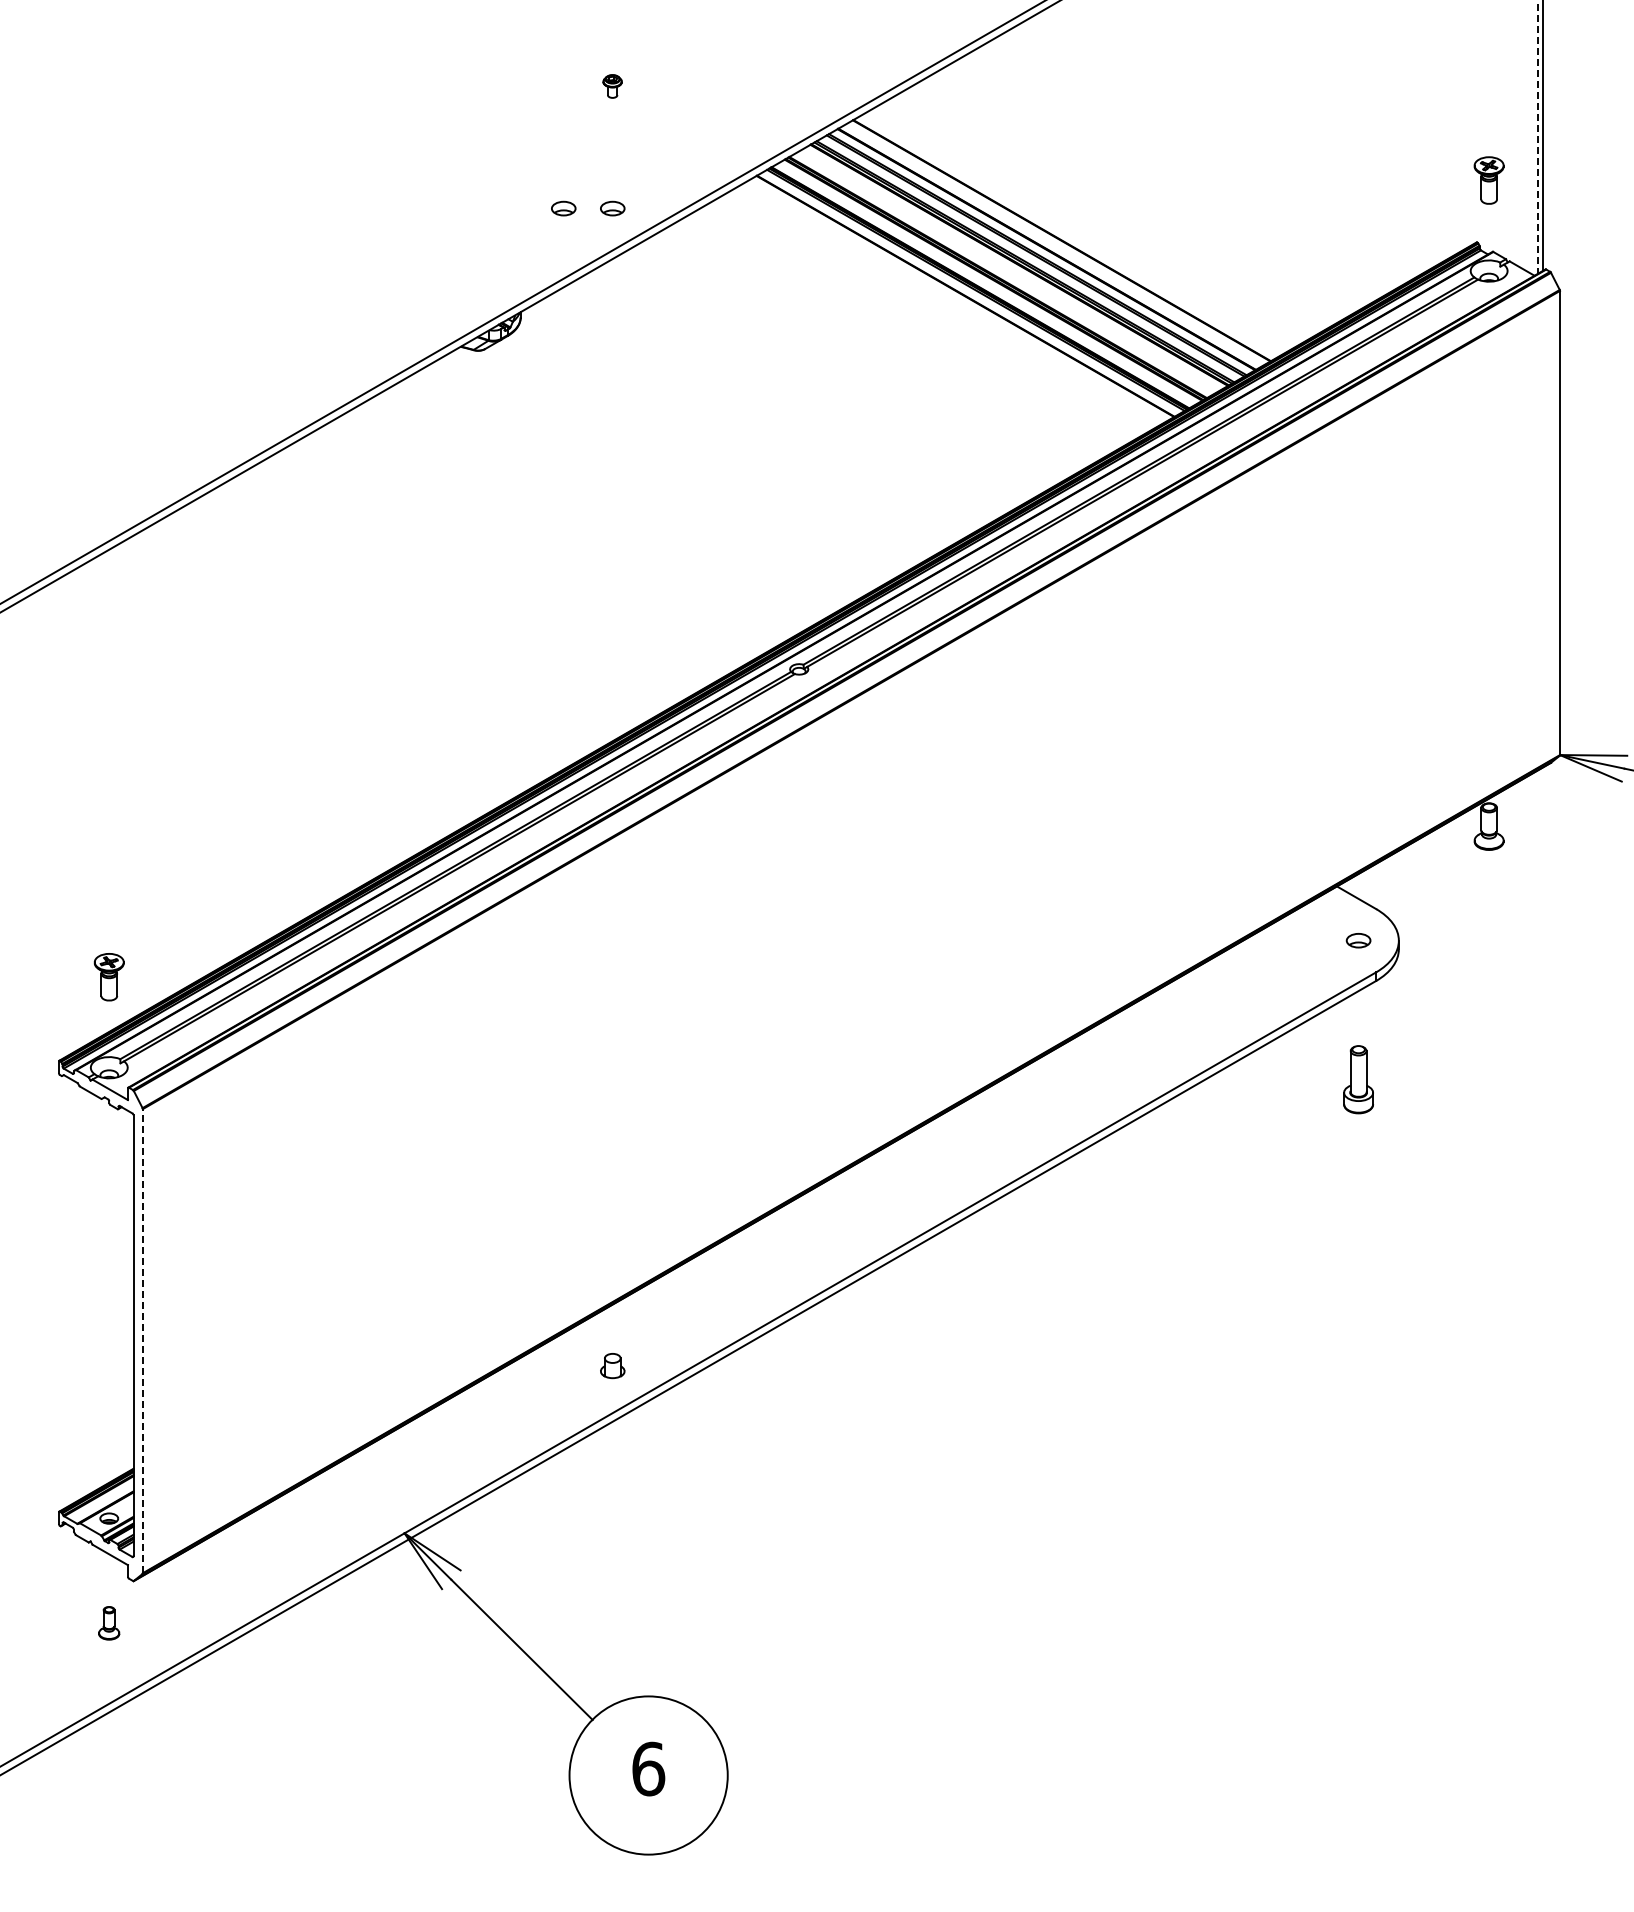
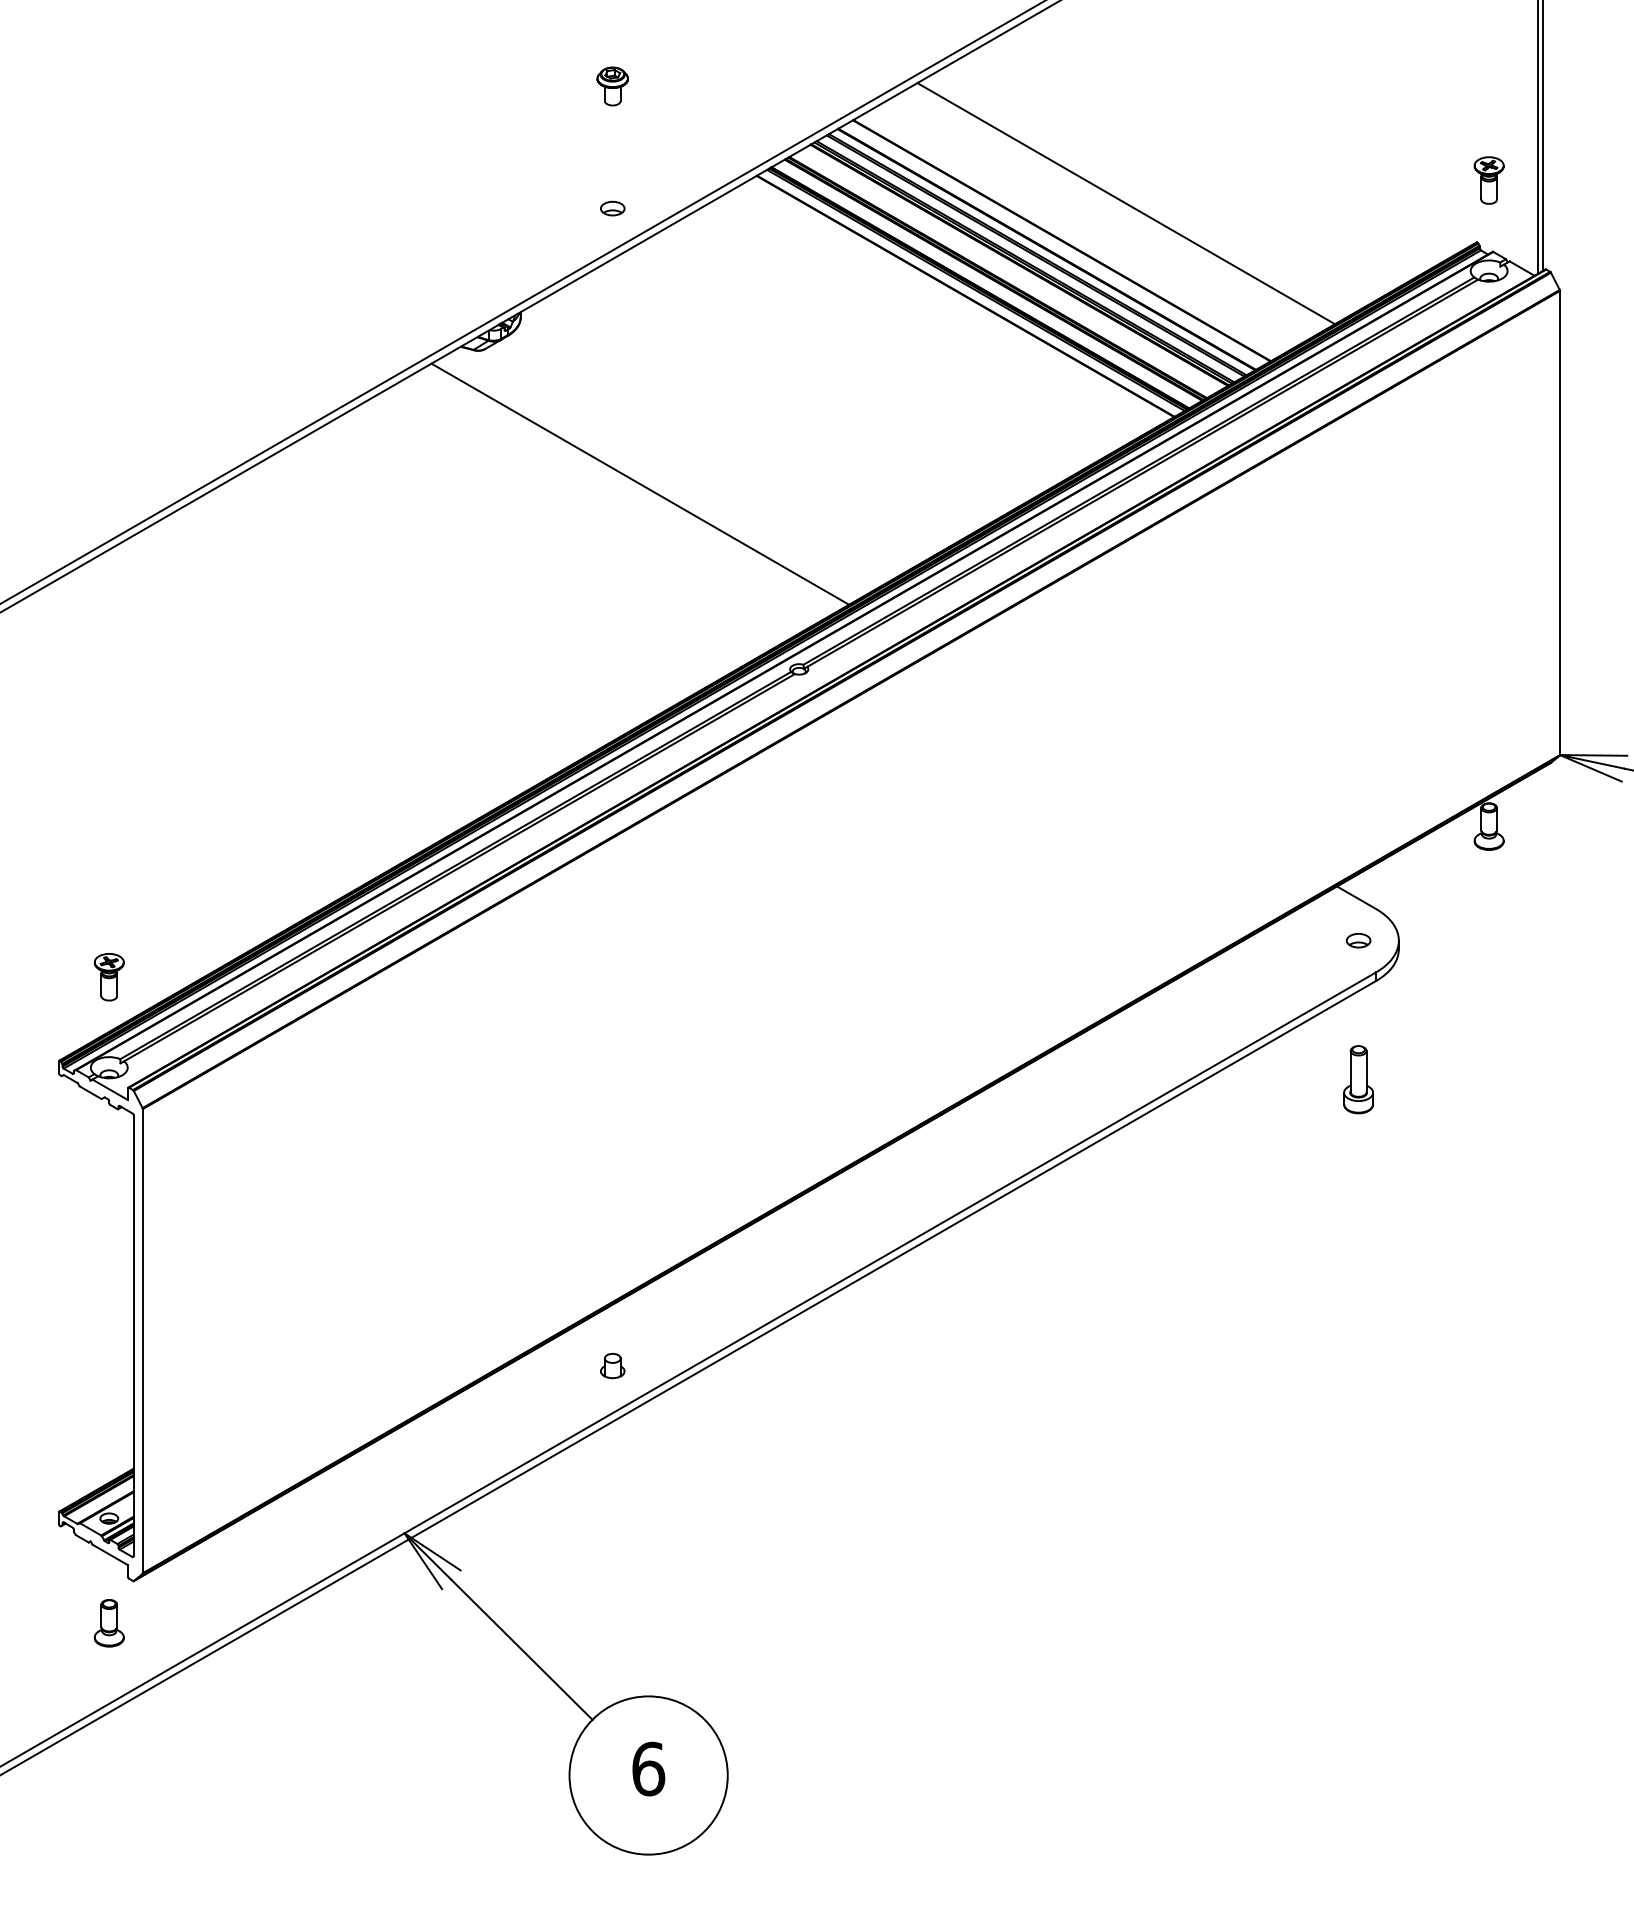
part at (612, 86) size: 21x25 px -> 33x41 px
line at (1537, 137): dashed -> solid
line at (1126, 203): none -> present
part at (563, 208): present -> none
line at (640, 483): none -> present
line at (142, 1340): dashed -> solid
part at (109, 1623) size: 23x35 px -> 32x49 px
